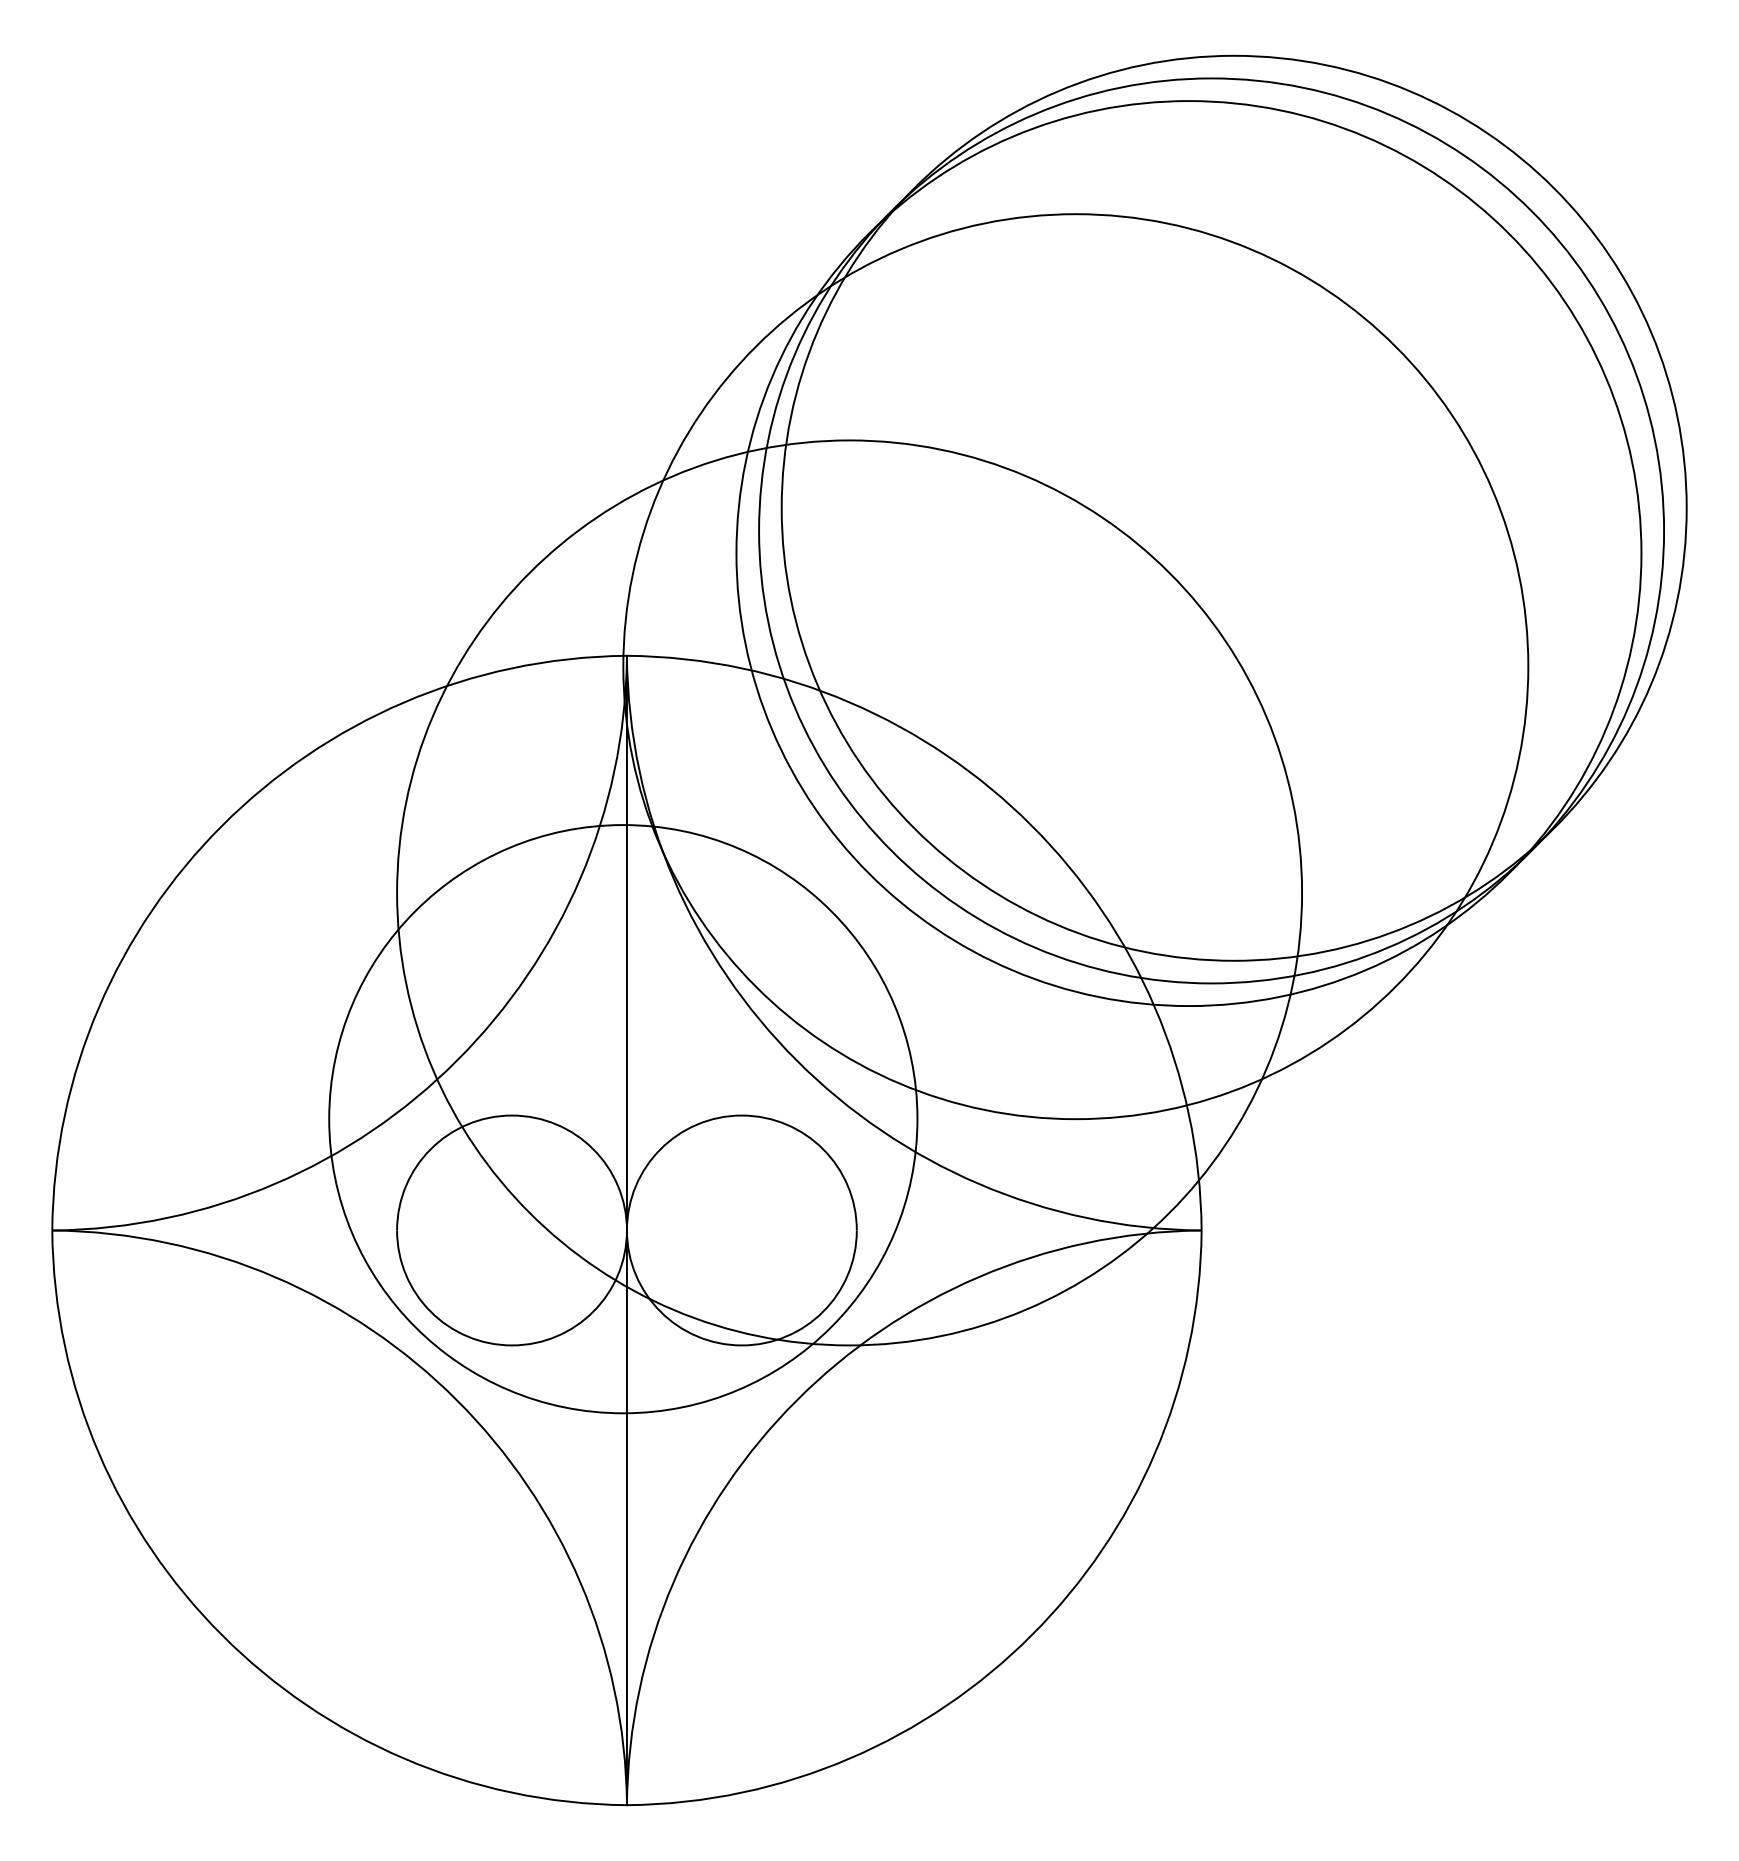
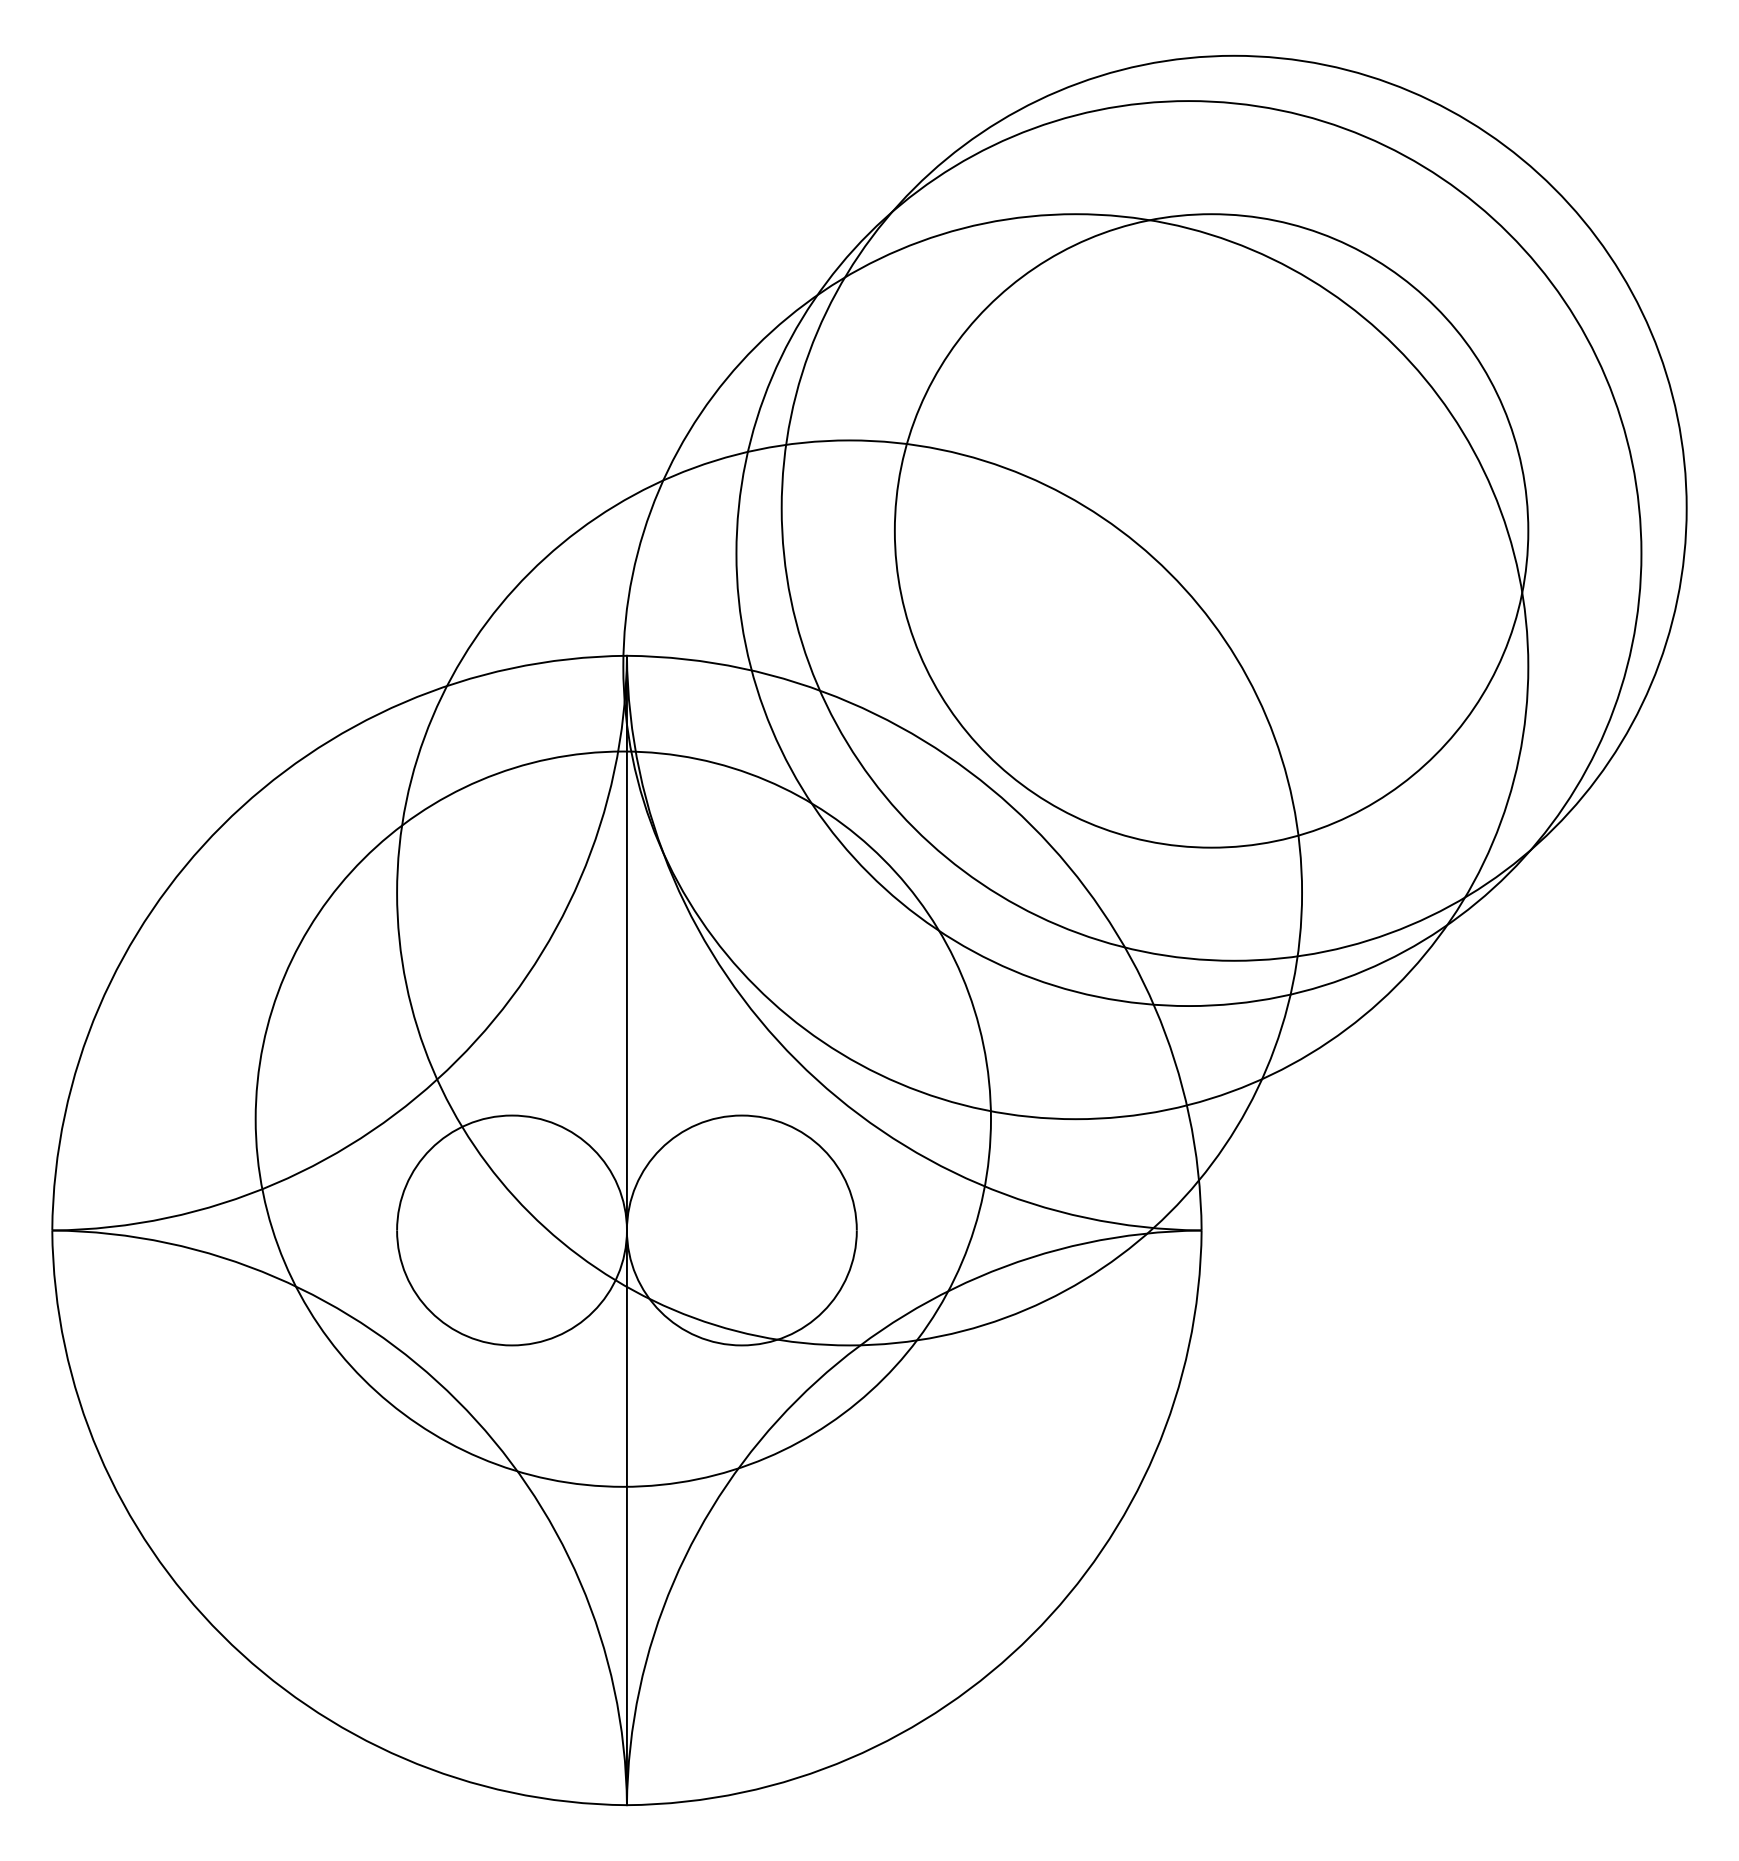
circle at (1211, 530) diameter: 905 px -> 633 px
circle at (623, 1119) diameter: 588 px -> 735 px
